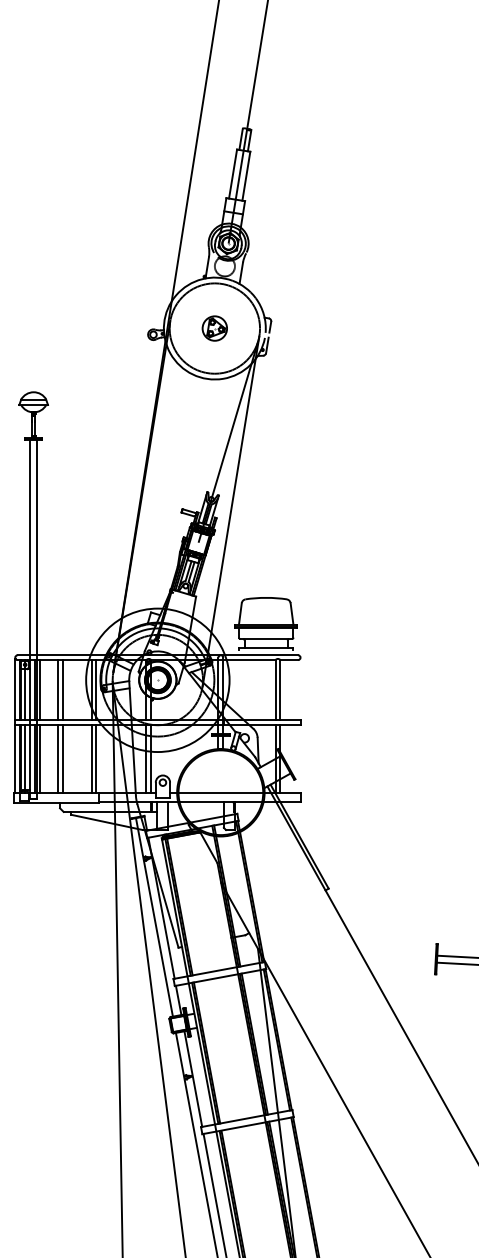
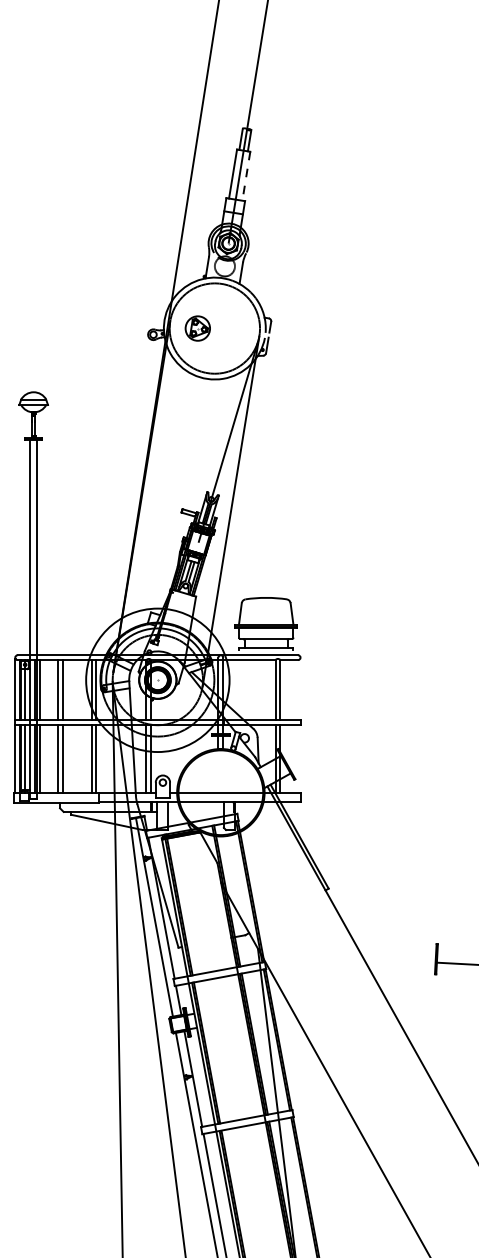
line at (246, 176): solid -> dashed
part at (214, 328) position: (214, 328) -> (197, 328)
line at (456, 956): present -> none
